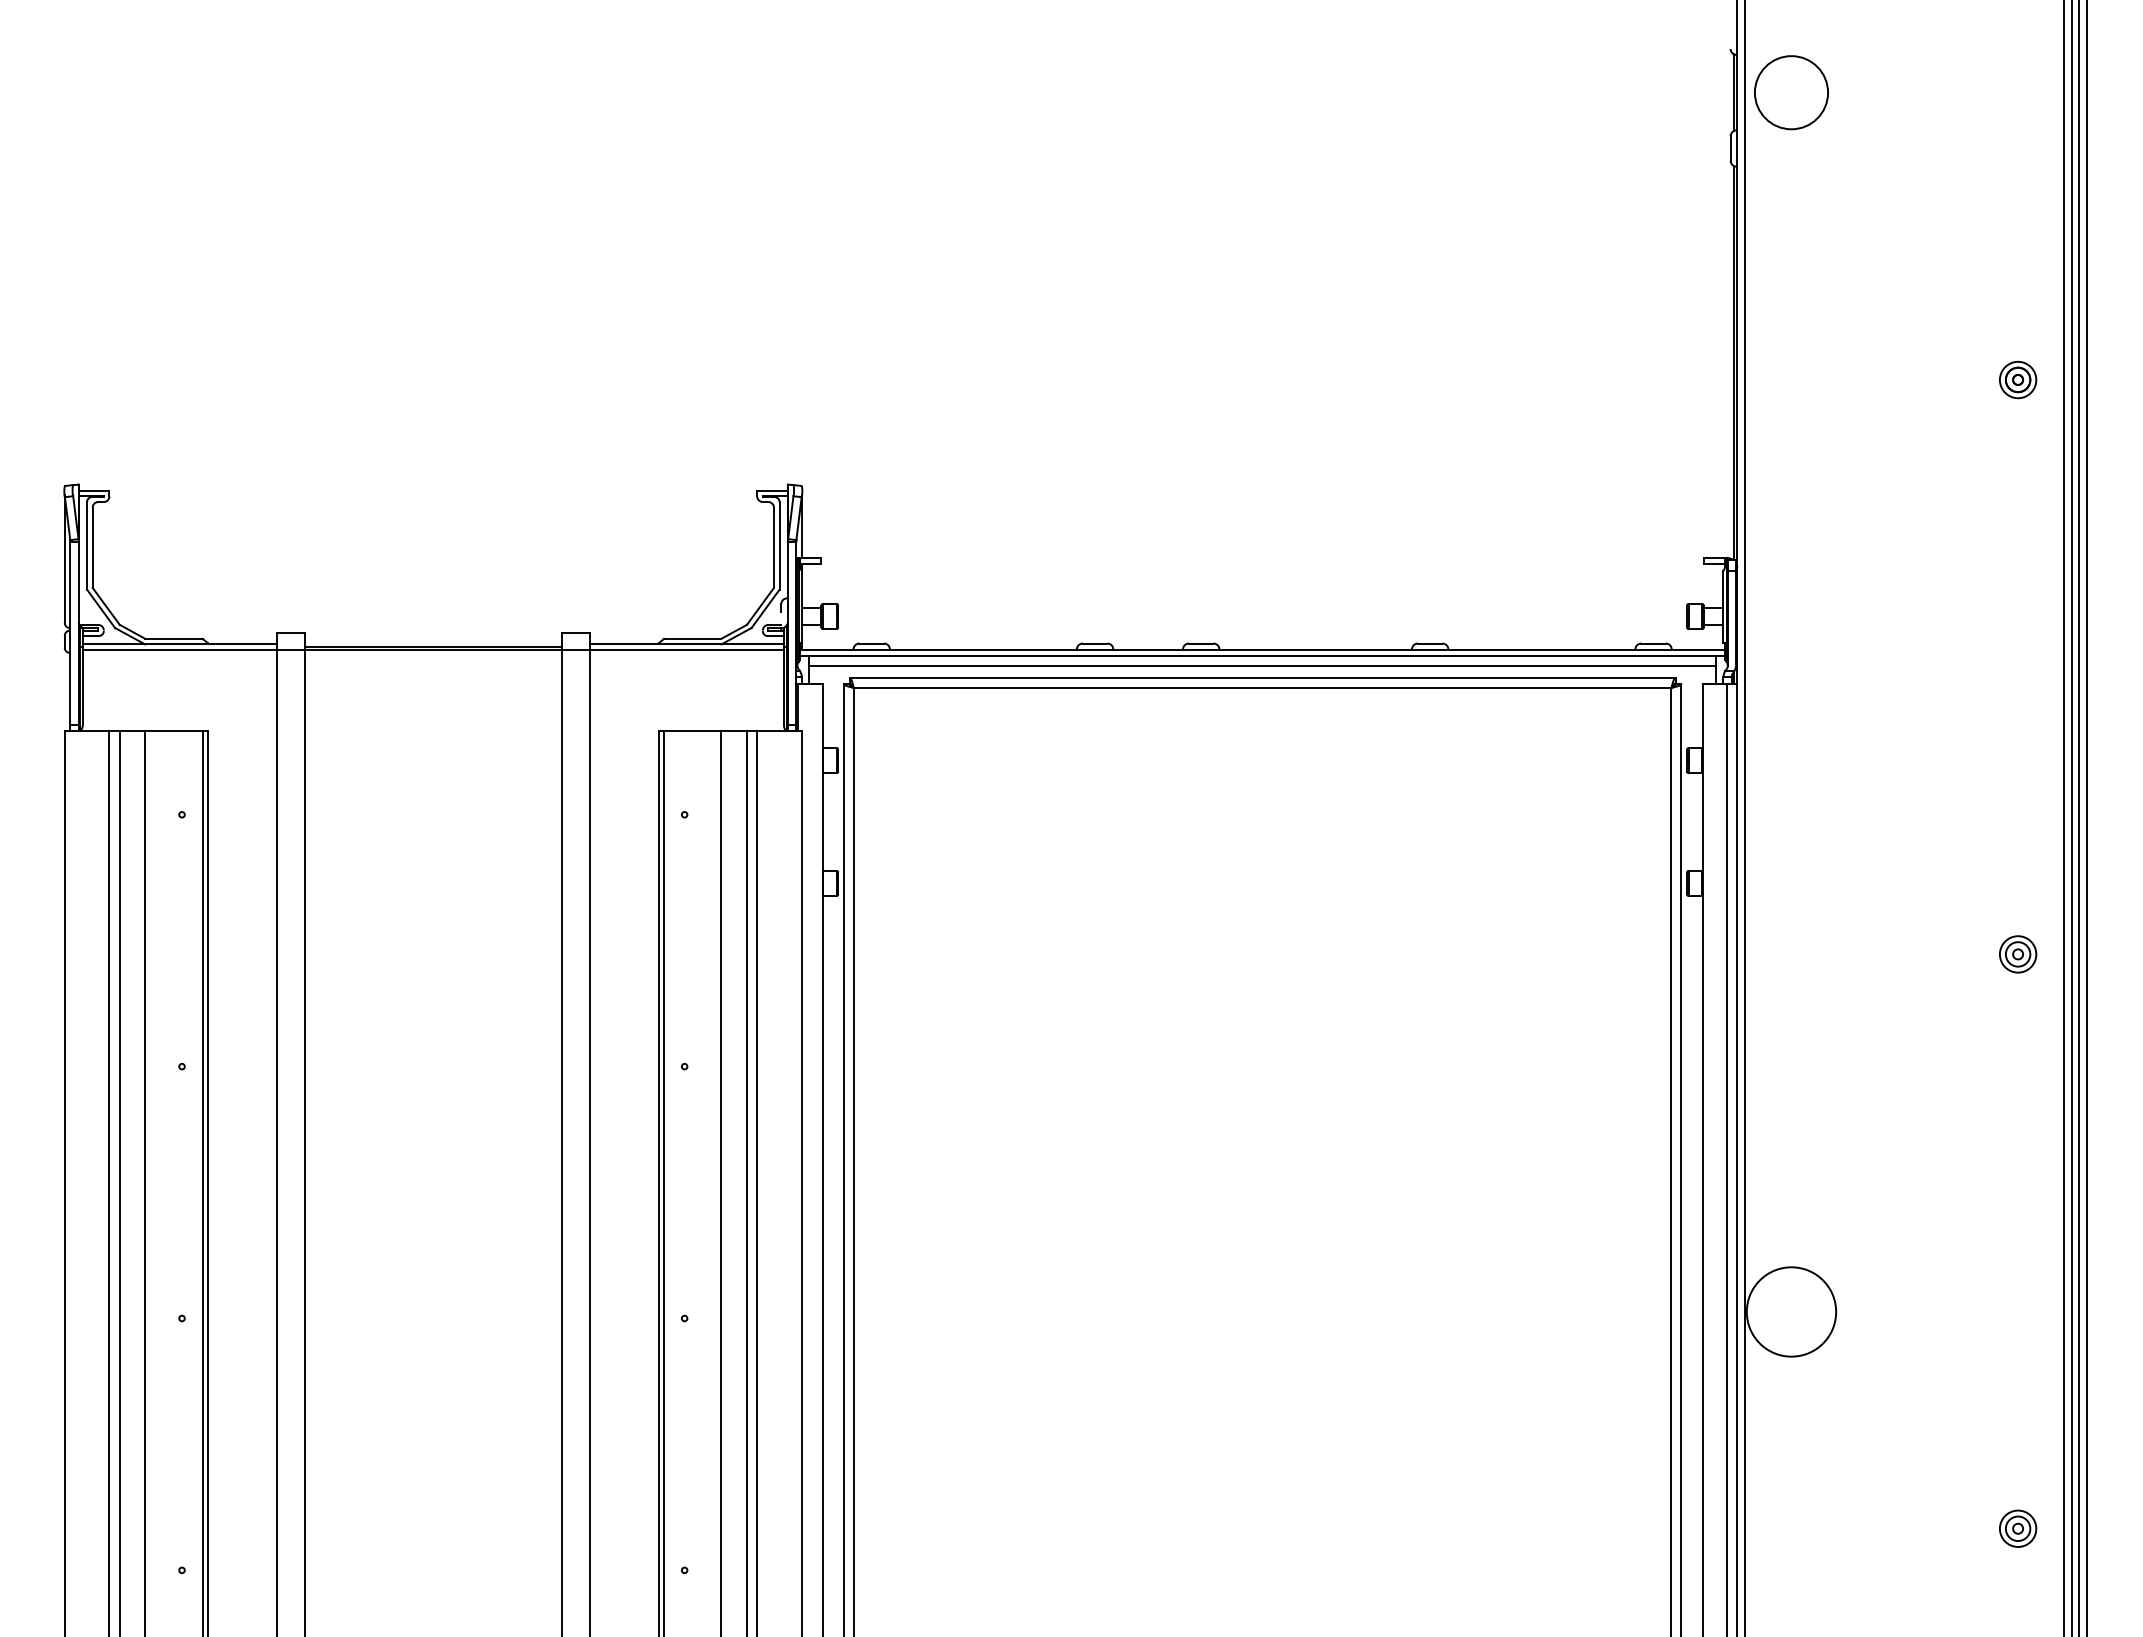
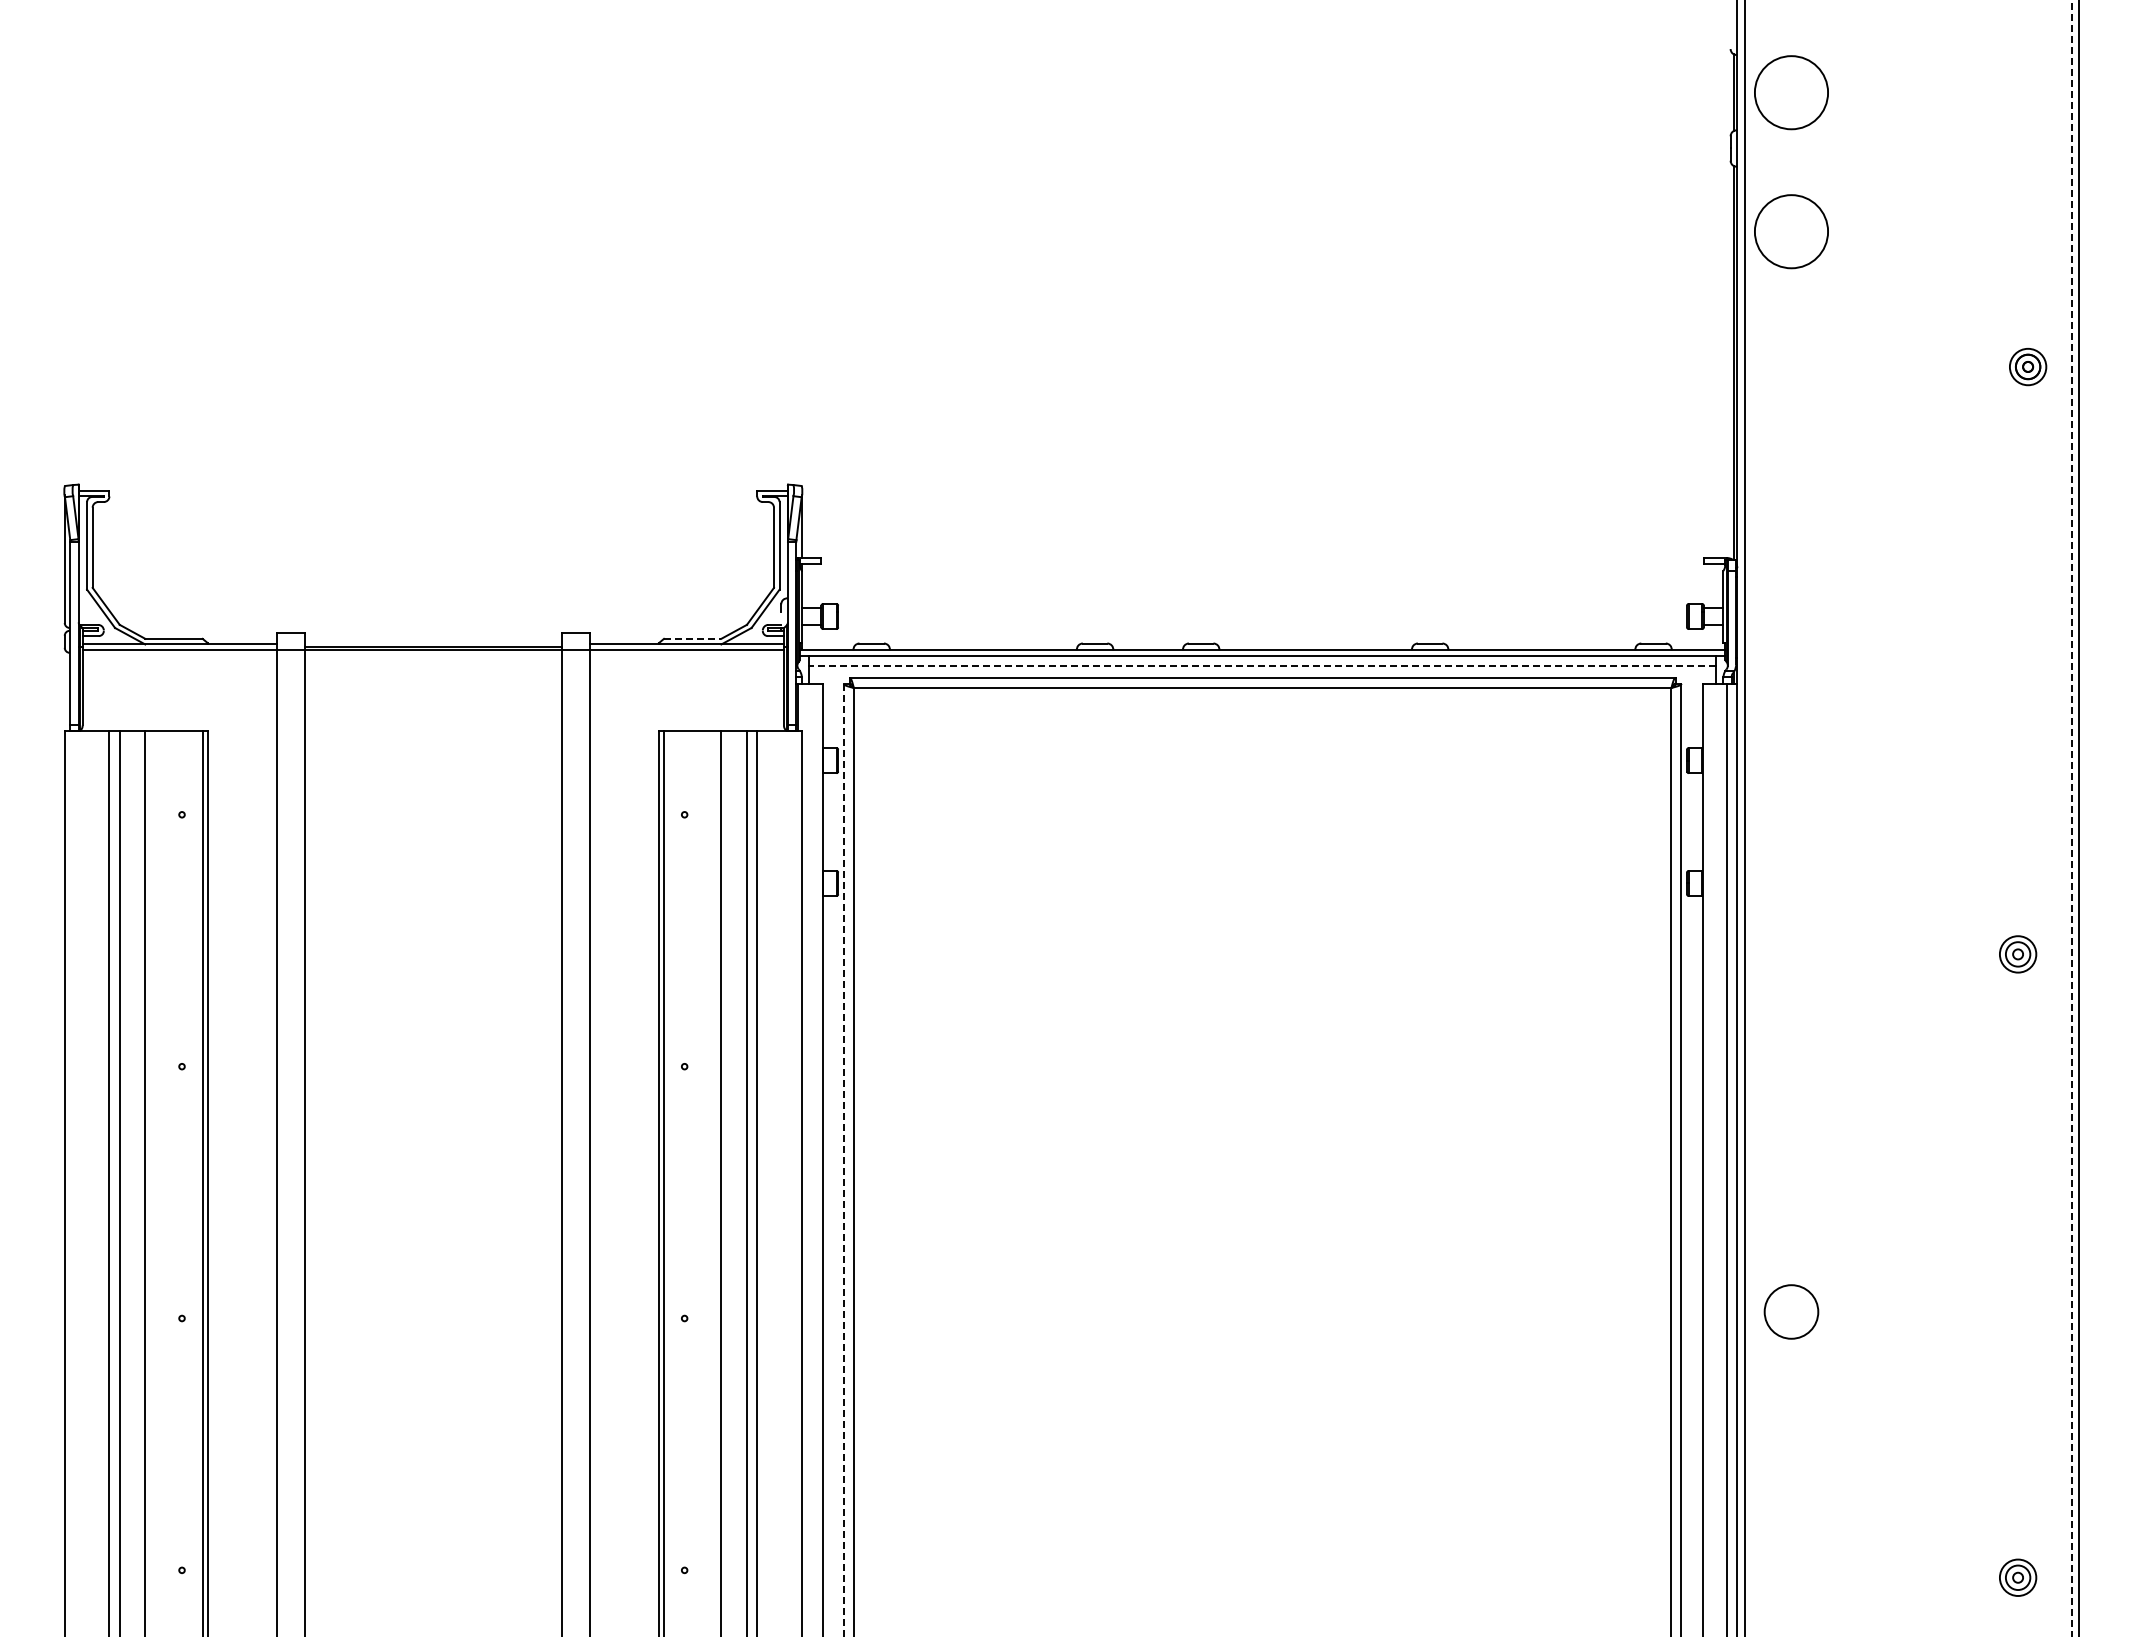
circle at (1791, 231): none -> present
part at (2018, 380) position: (2018, 380) -> (2028, 367)
line at (692, 638): solid -> dashed
line at (1262, 665): solid -> dashed
line at (2064, 817): present -> none
line at (2086, 817): present -> none
line at (2072, 819): solid -> dashed
line at (843, 1160): solid -> dashed
circle at (1791, 1311) diameter: 89 px -> 54 px
part at (2018, 1528) position: (2018, 1528) -> (2018, 1577)
